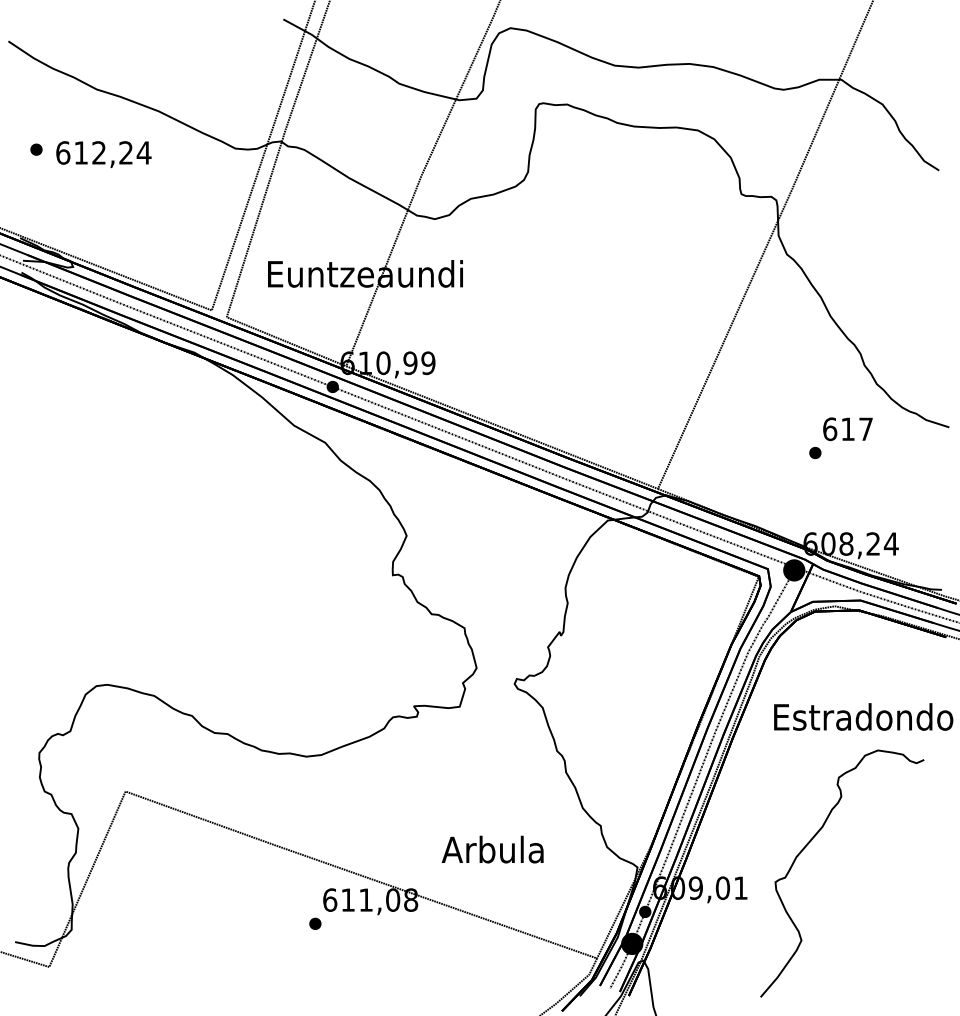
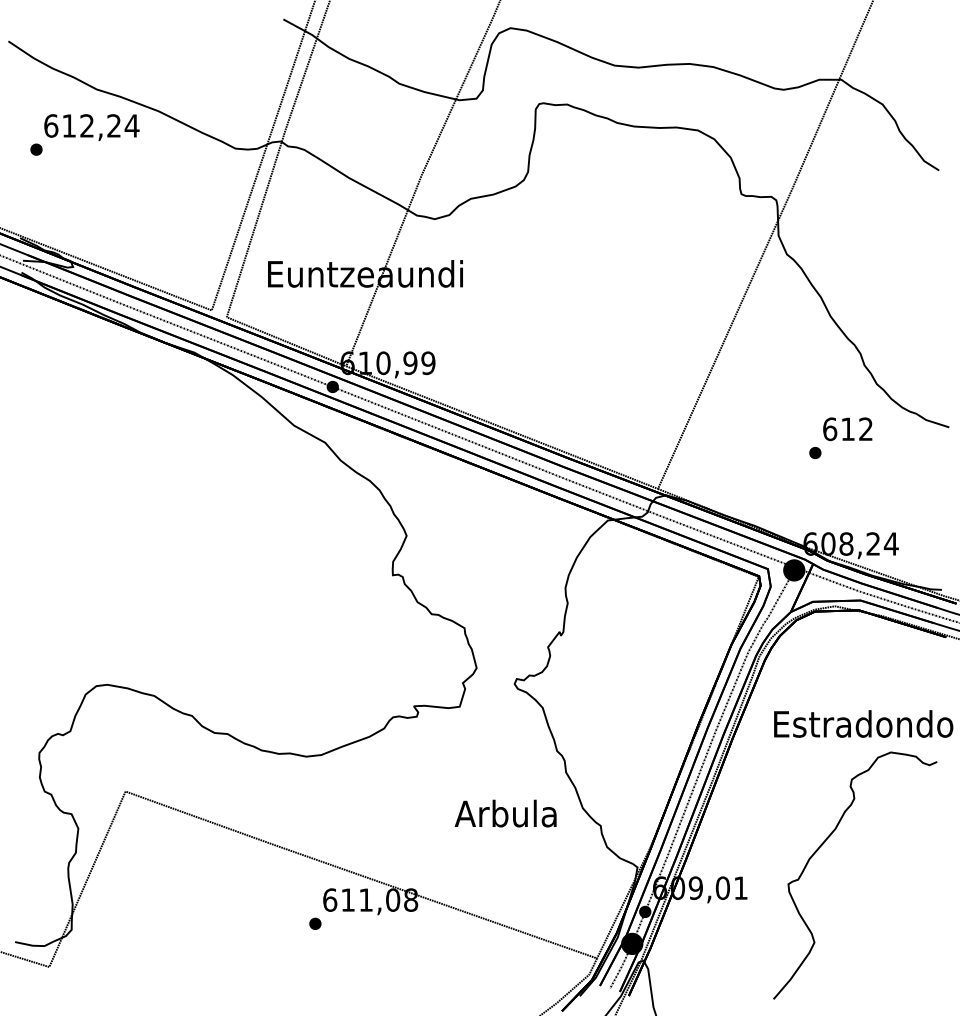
text at (103, 154) position: (103, 154) -> (91, 127)
text at (865, 428): 617 -> 612
text at (863, 716) position: (863, 716) -> (863, 723)
curve at (811, 841) position: (811, 841) -> (824, 843)
text at (492, 849) position: (492, 849) -> (505, 813)
